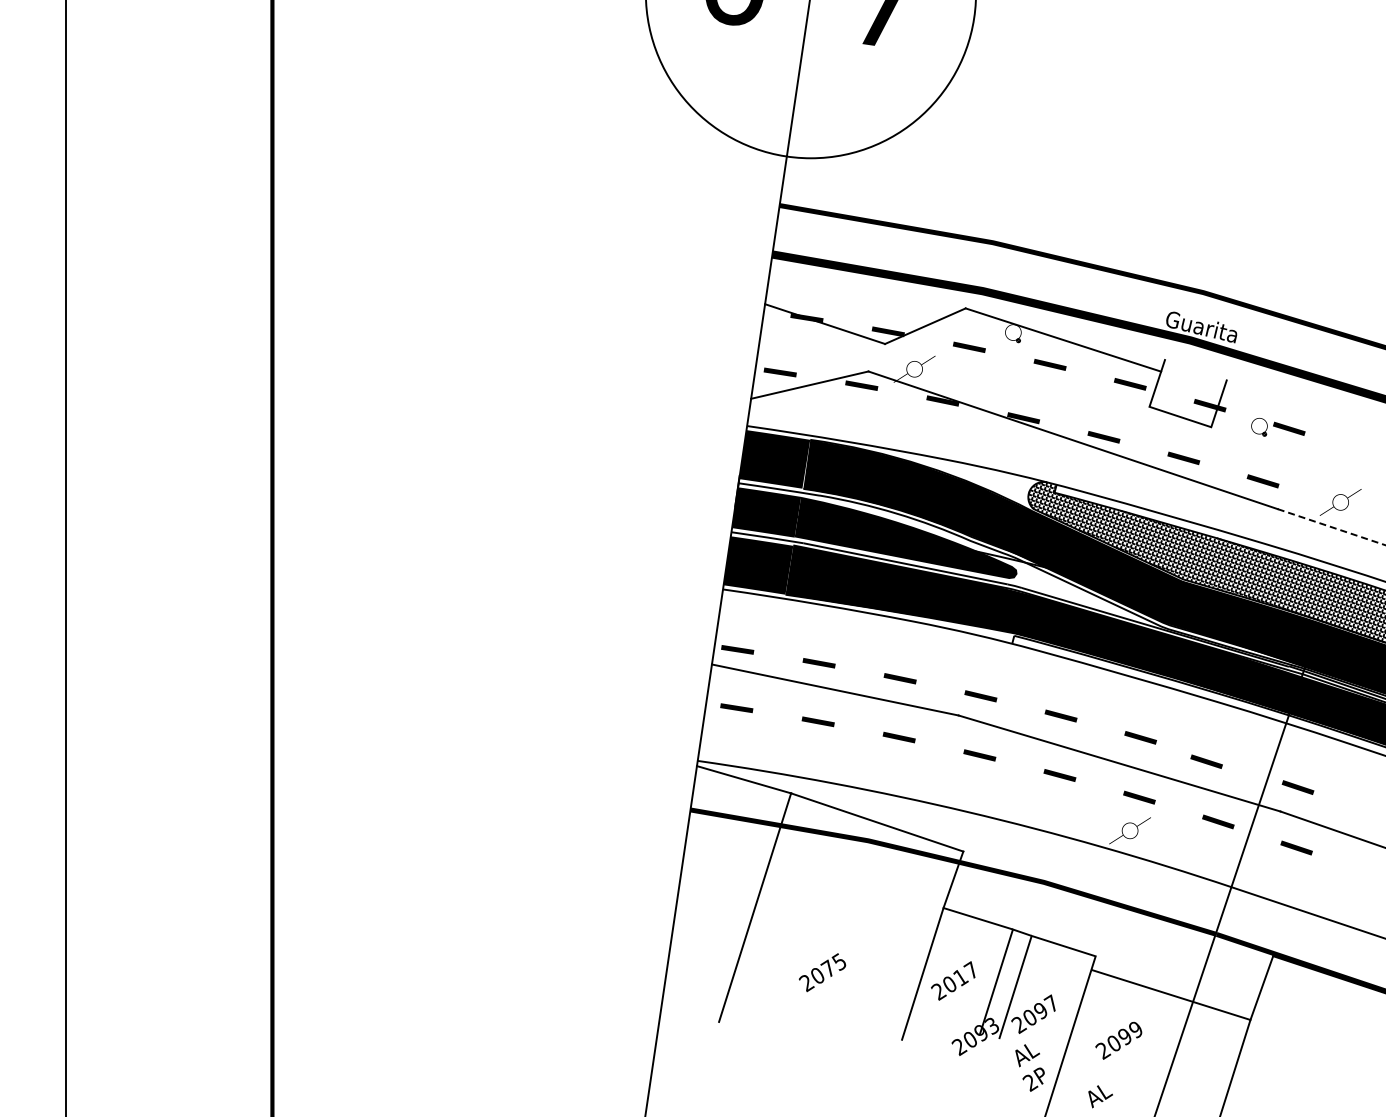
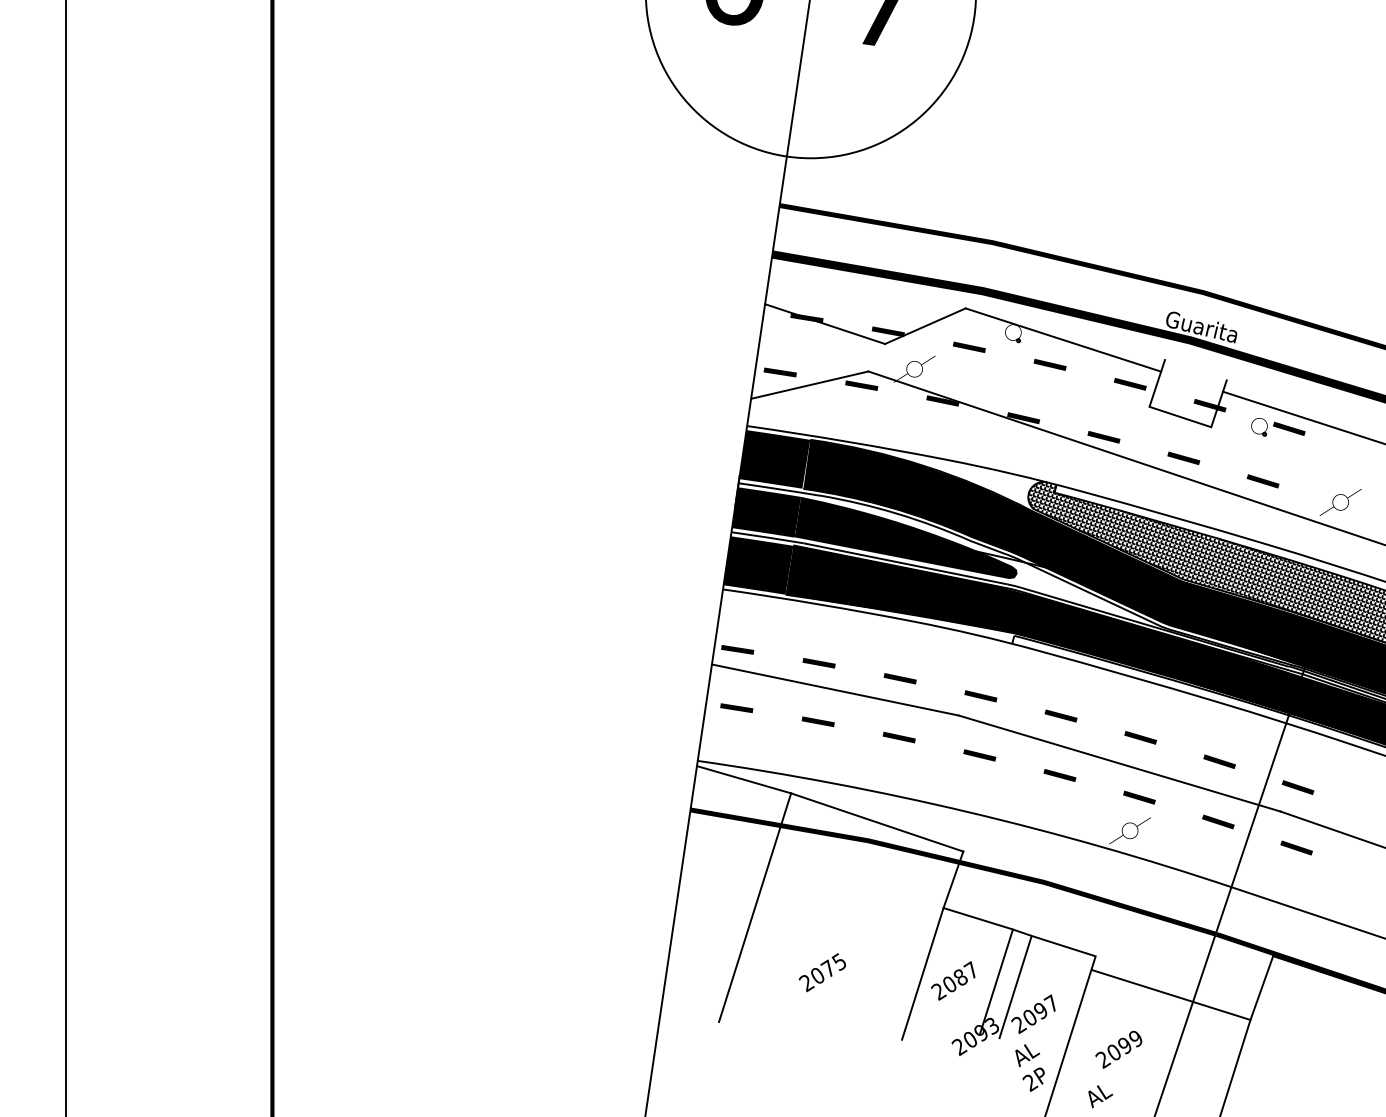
line at (1302, 417): none -> present
line at (1331, 527): dashed -> solid
part at (1206, 761) position: (1206, 761) -> (1219, 761)
text at (960, 977): 2017 -> 2087
text at (1118, 1040) position: (1118, 1040) -> (1118, 1049)
